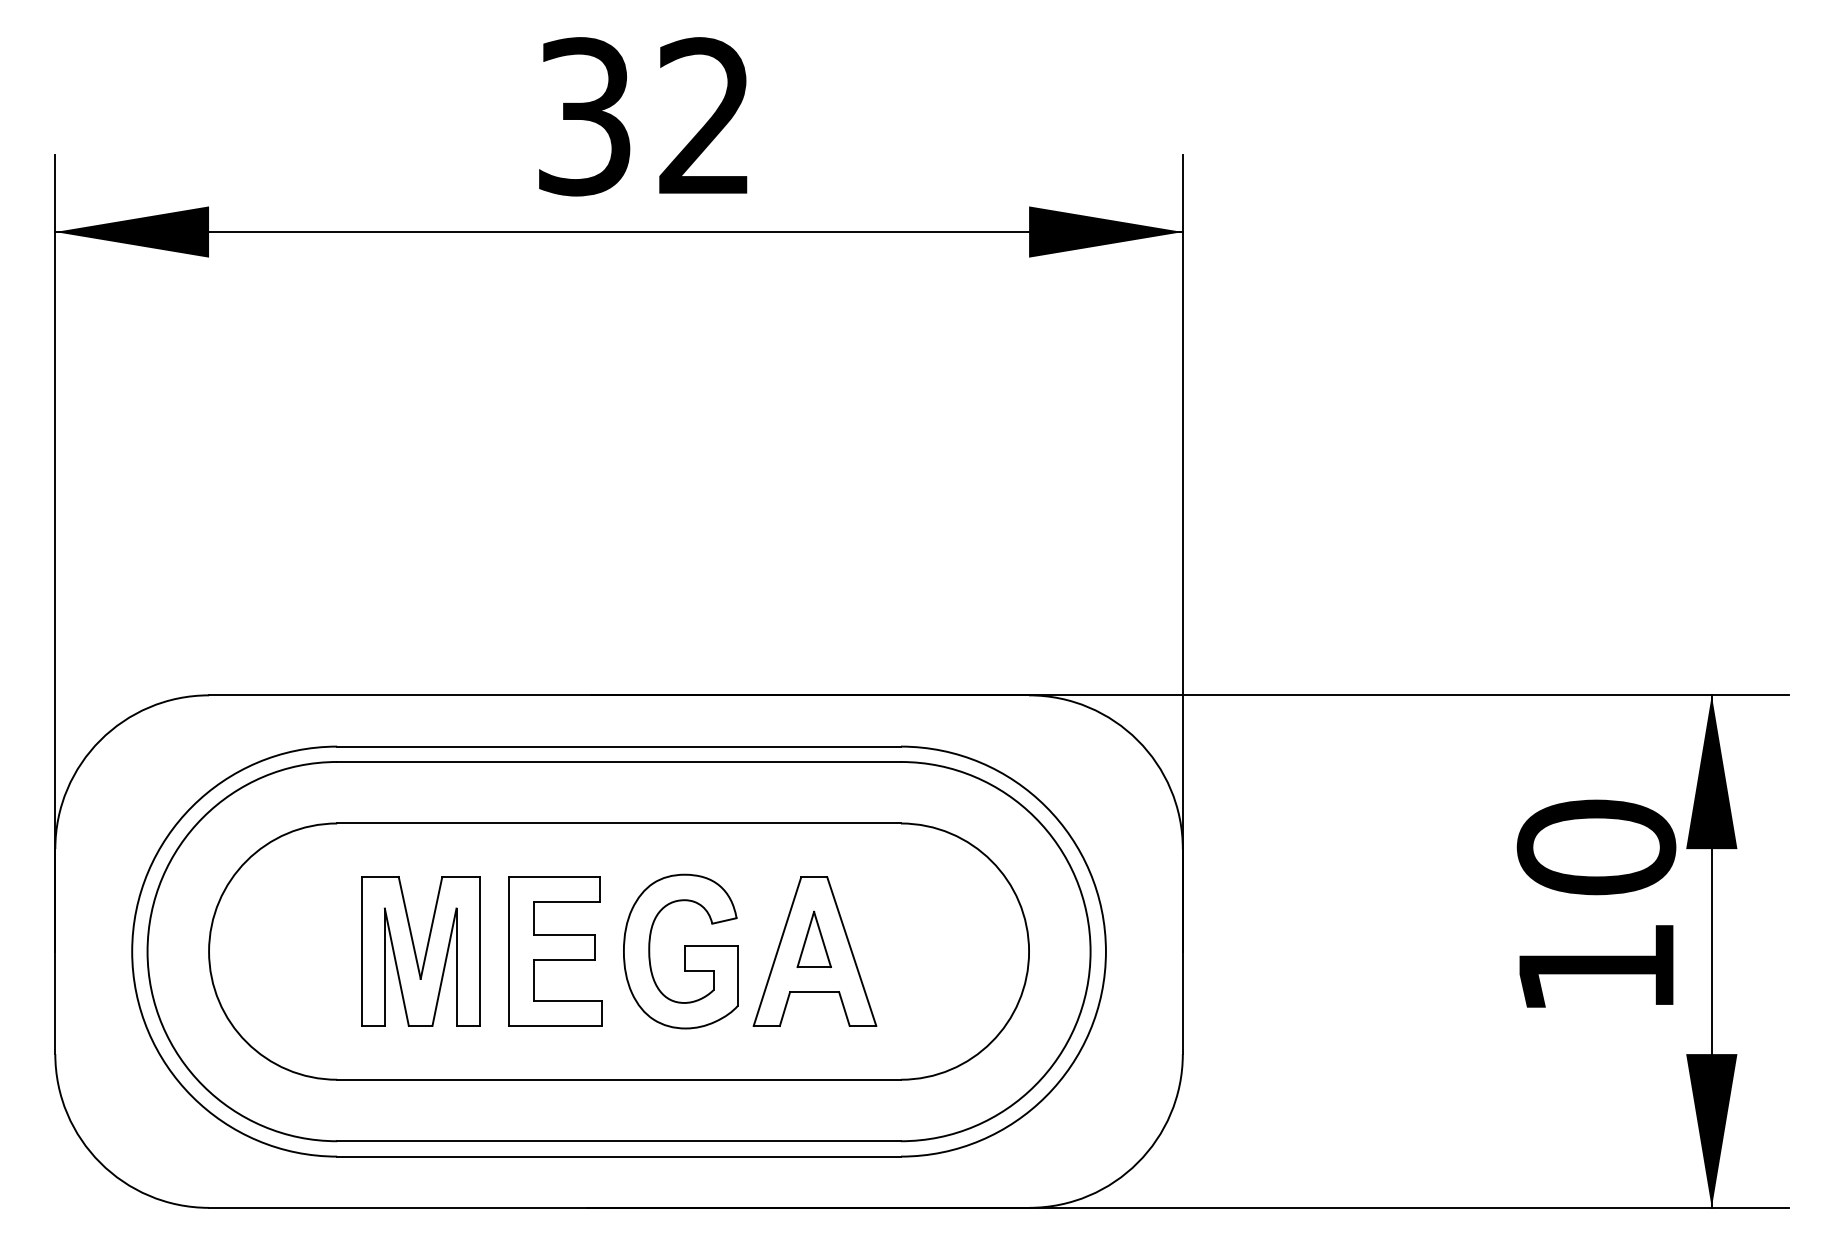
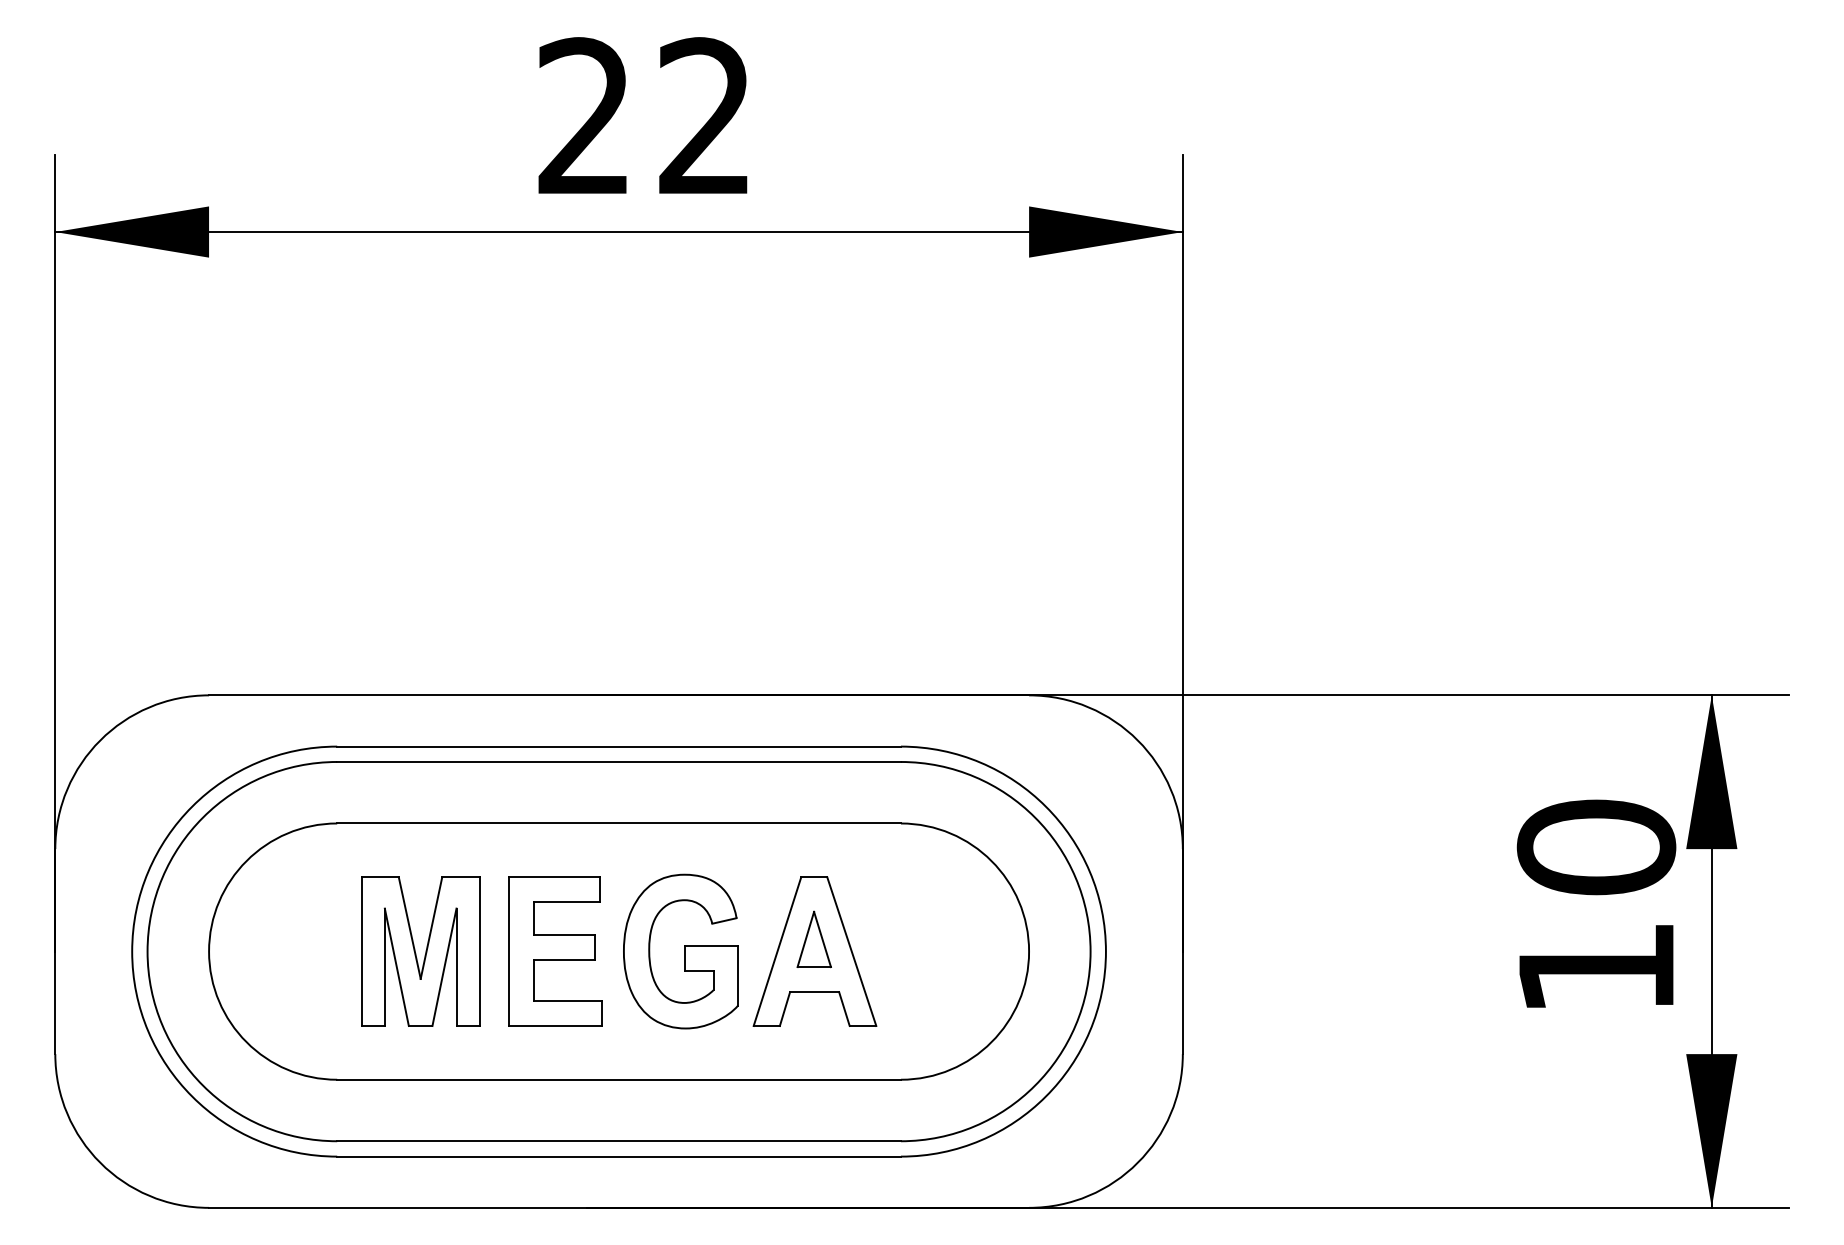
text at (584, 116): 32 -> 22
